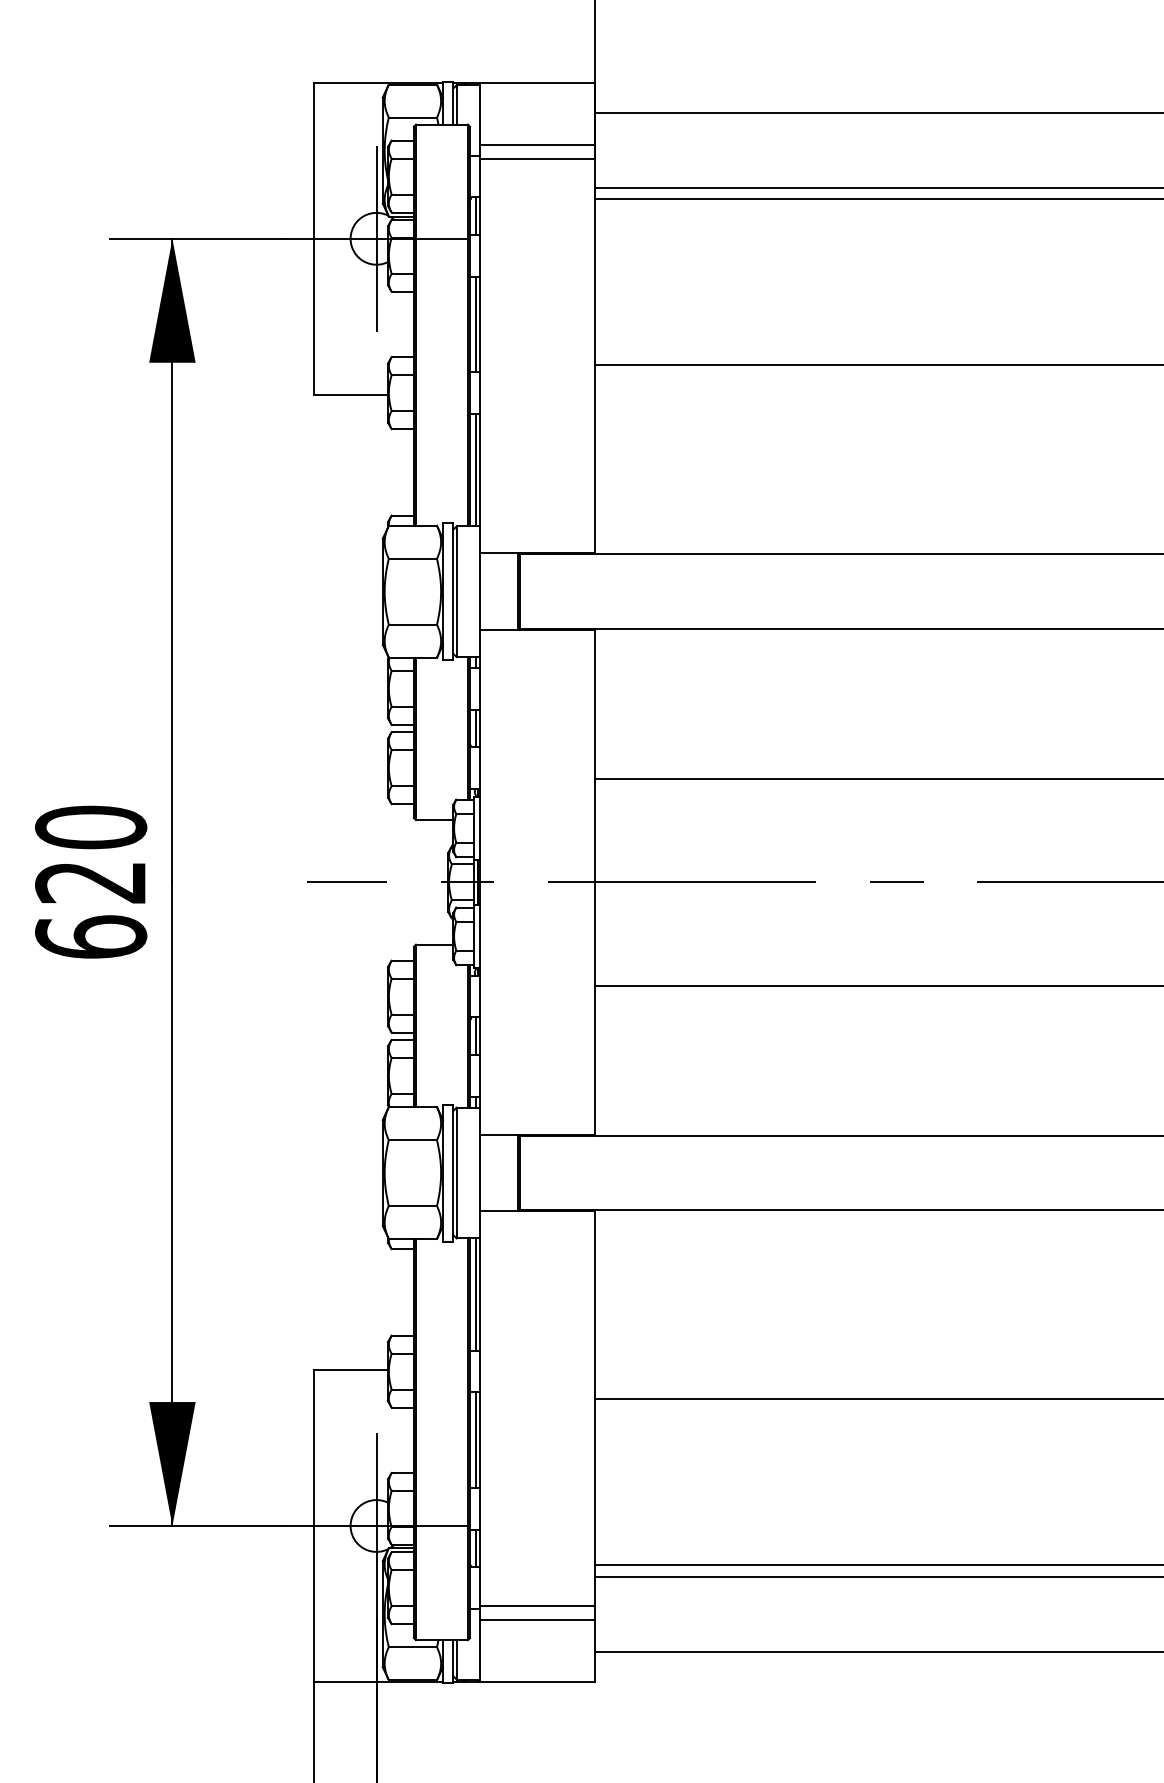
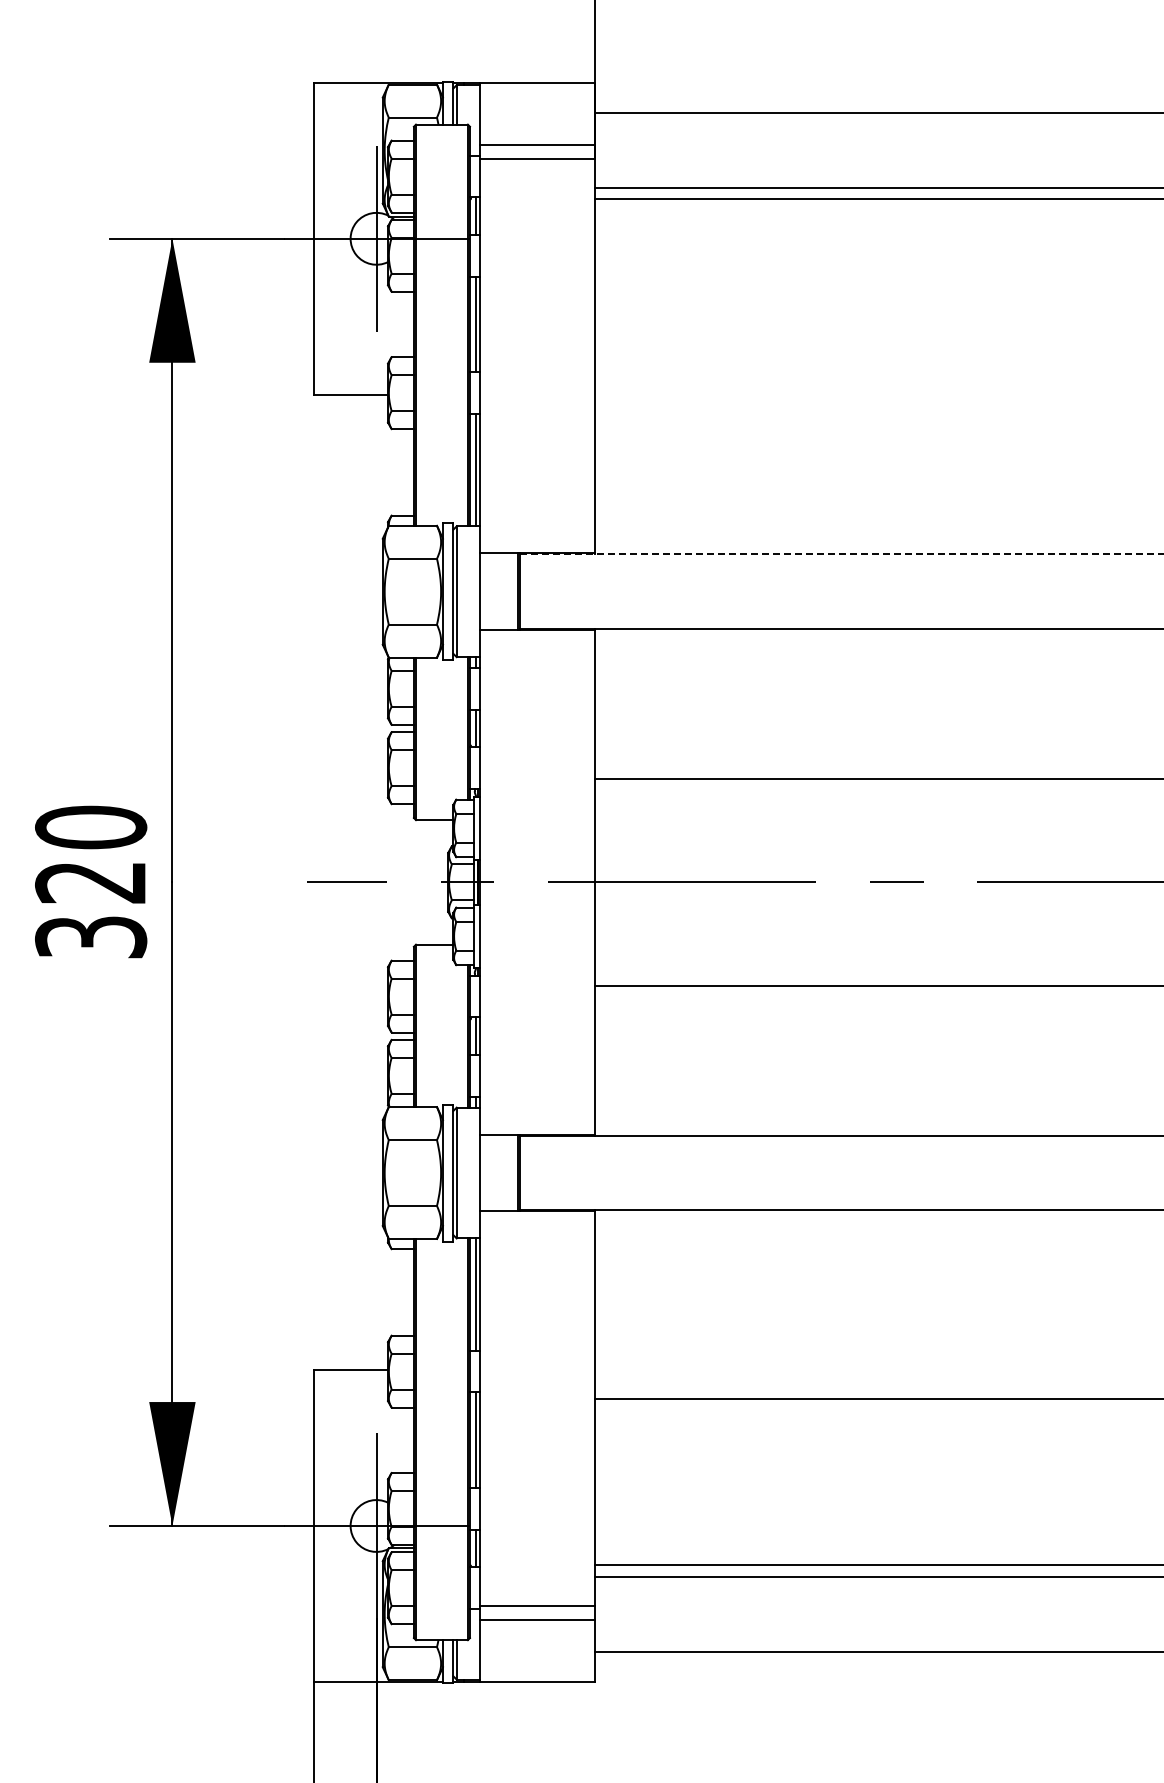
line at (877, 365): present -> none
line at (841, 554): solid -> dashed
text at (91, 936): 620 -> 320
